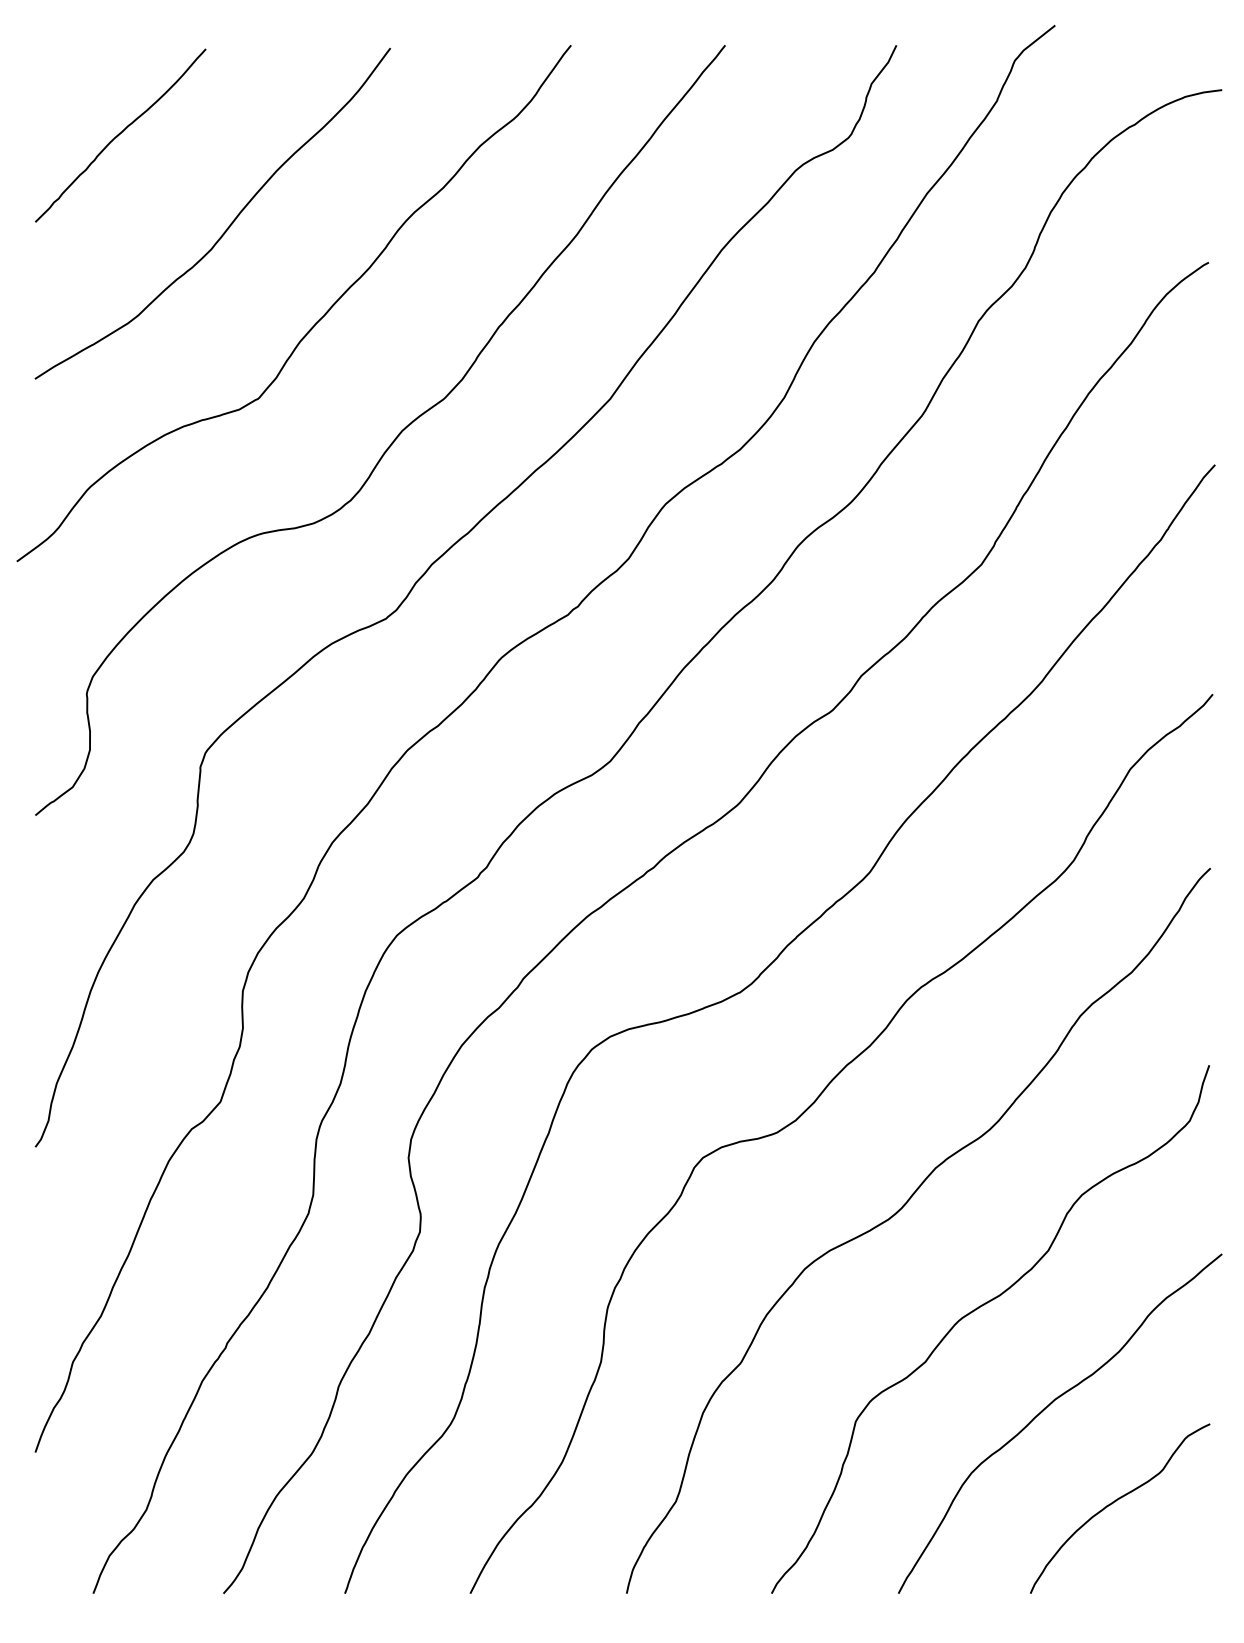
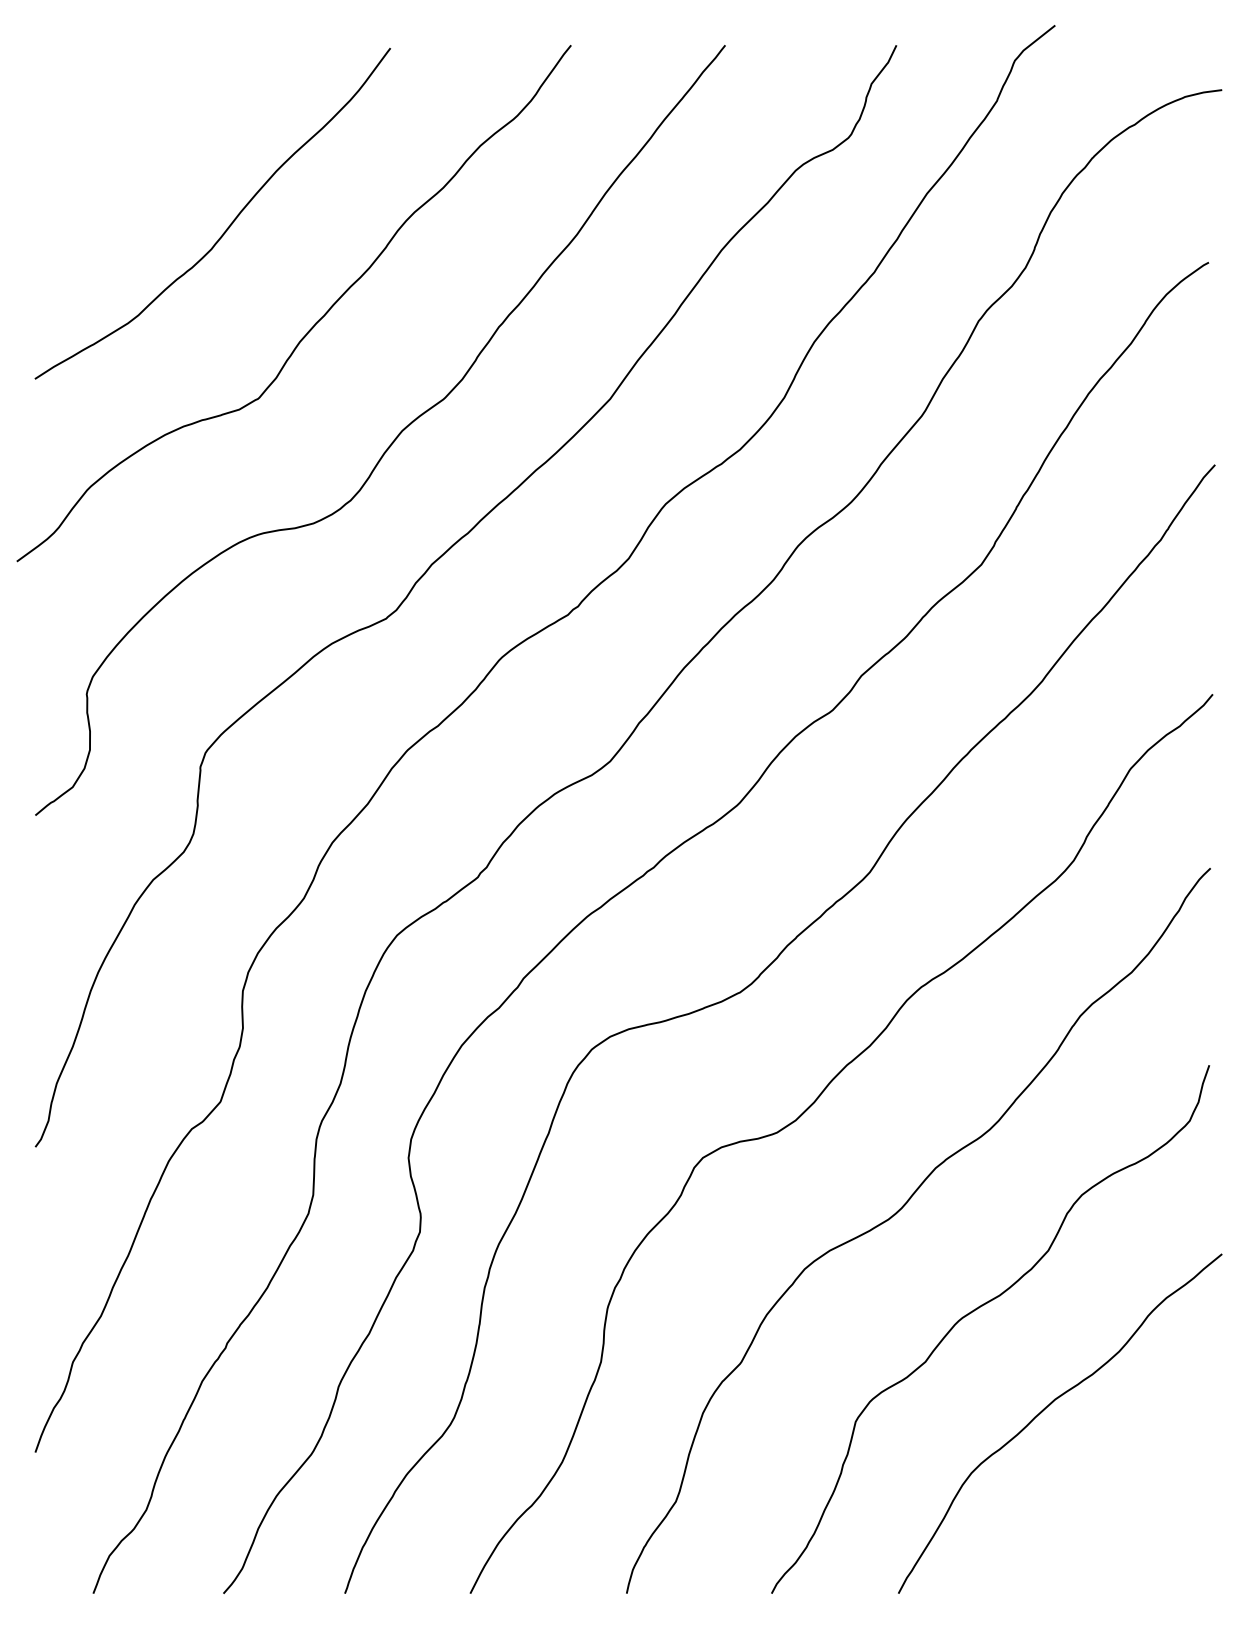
curve at (120, 134): present -> none
curve at (1115, 1502): present -> none
